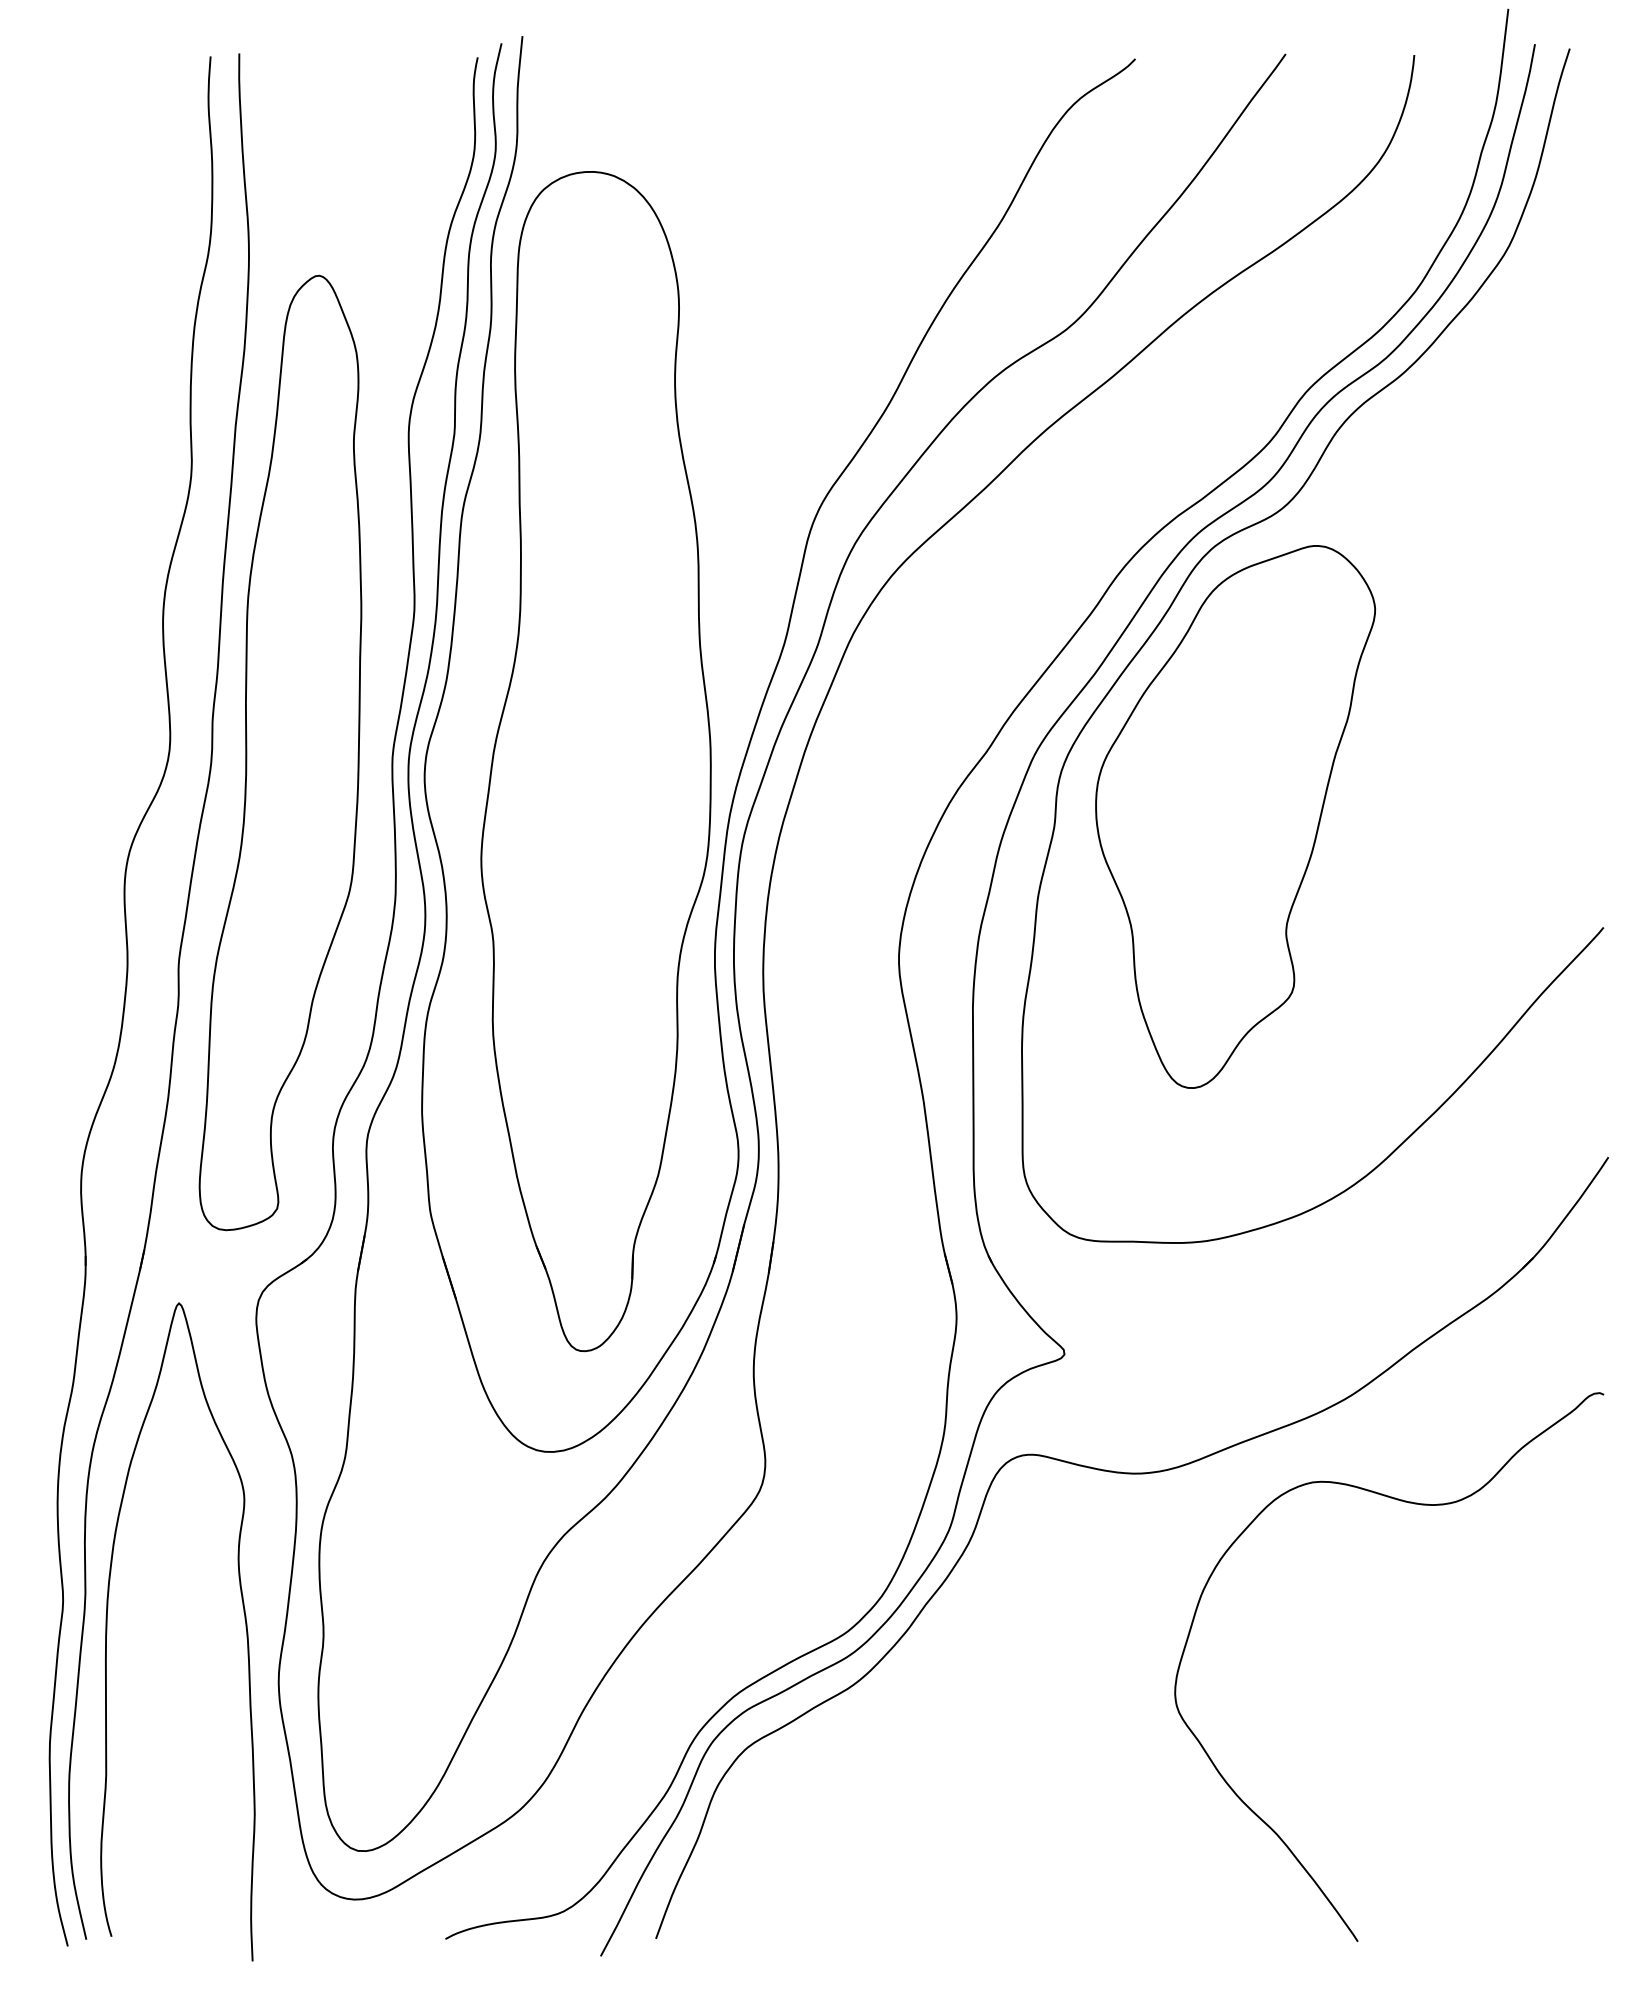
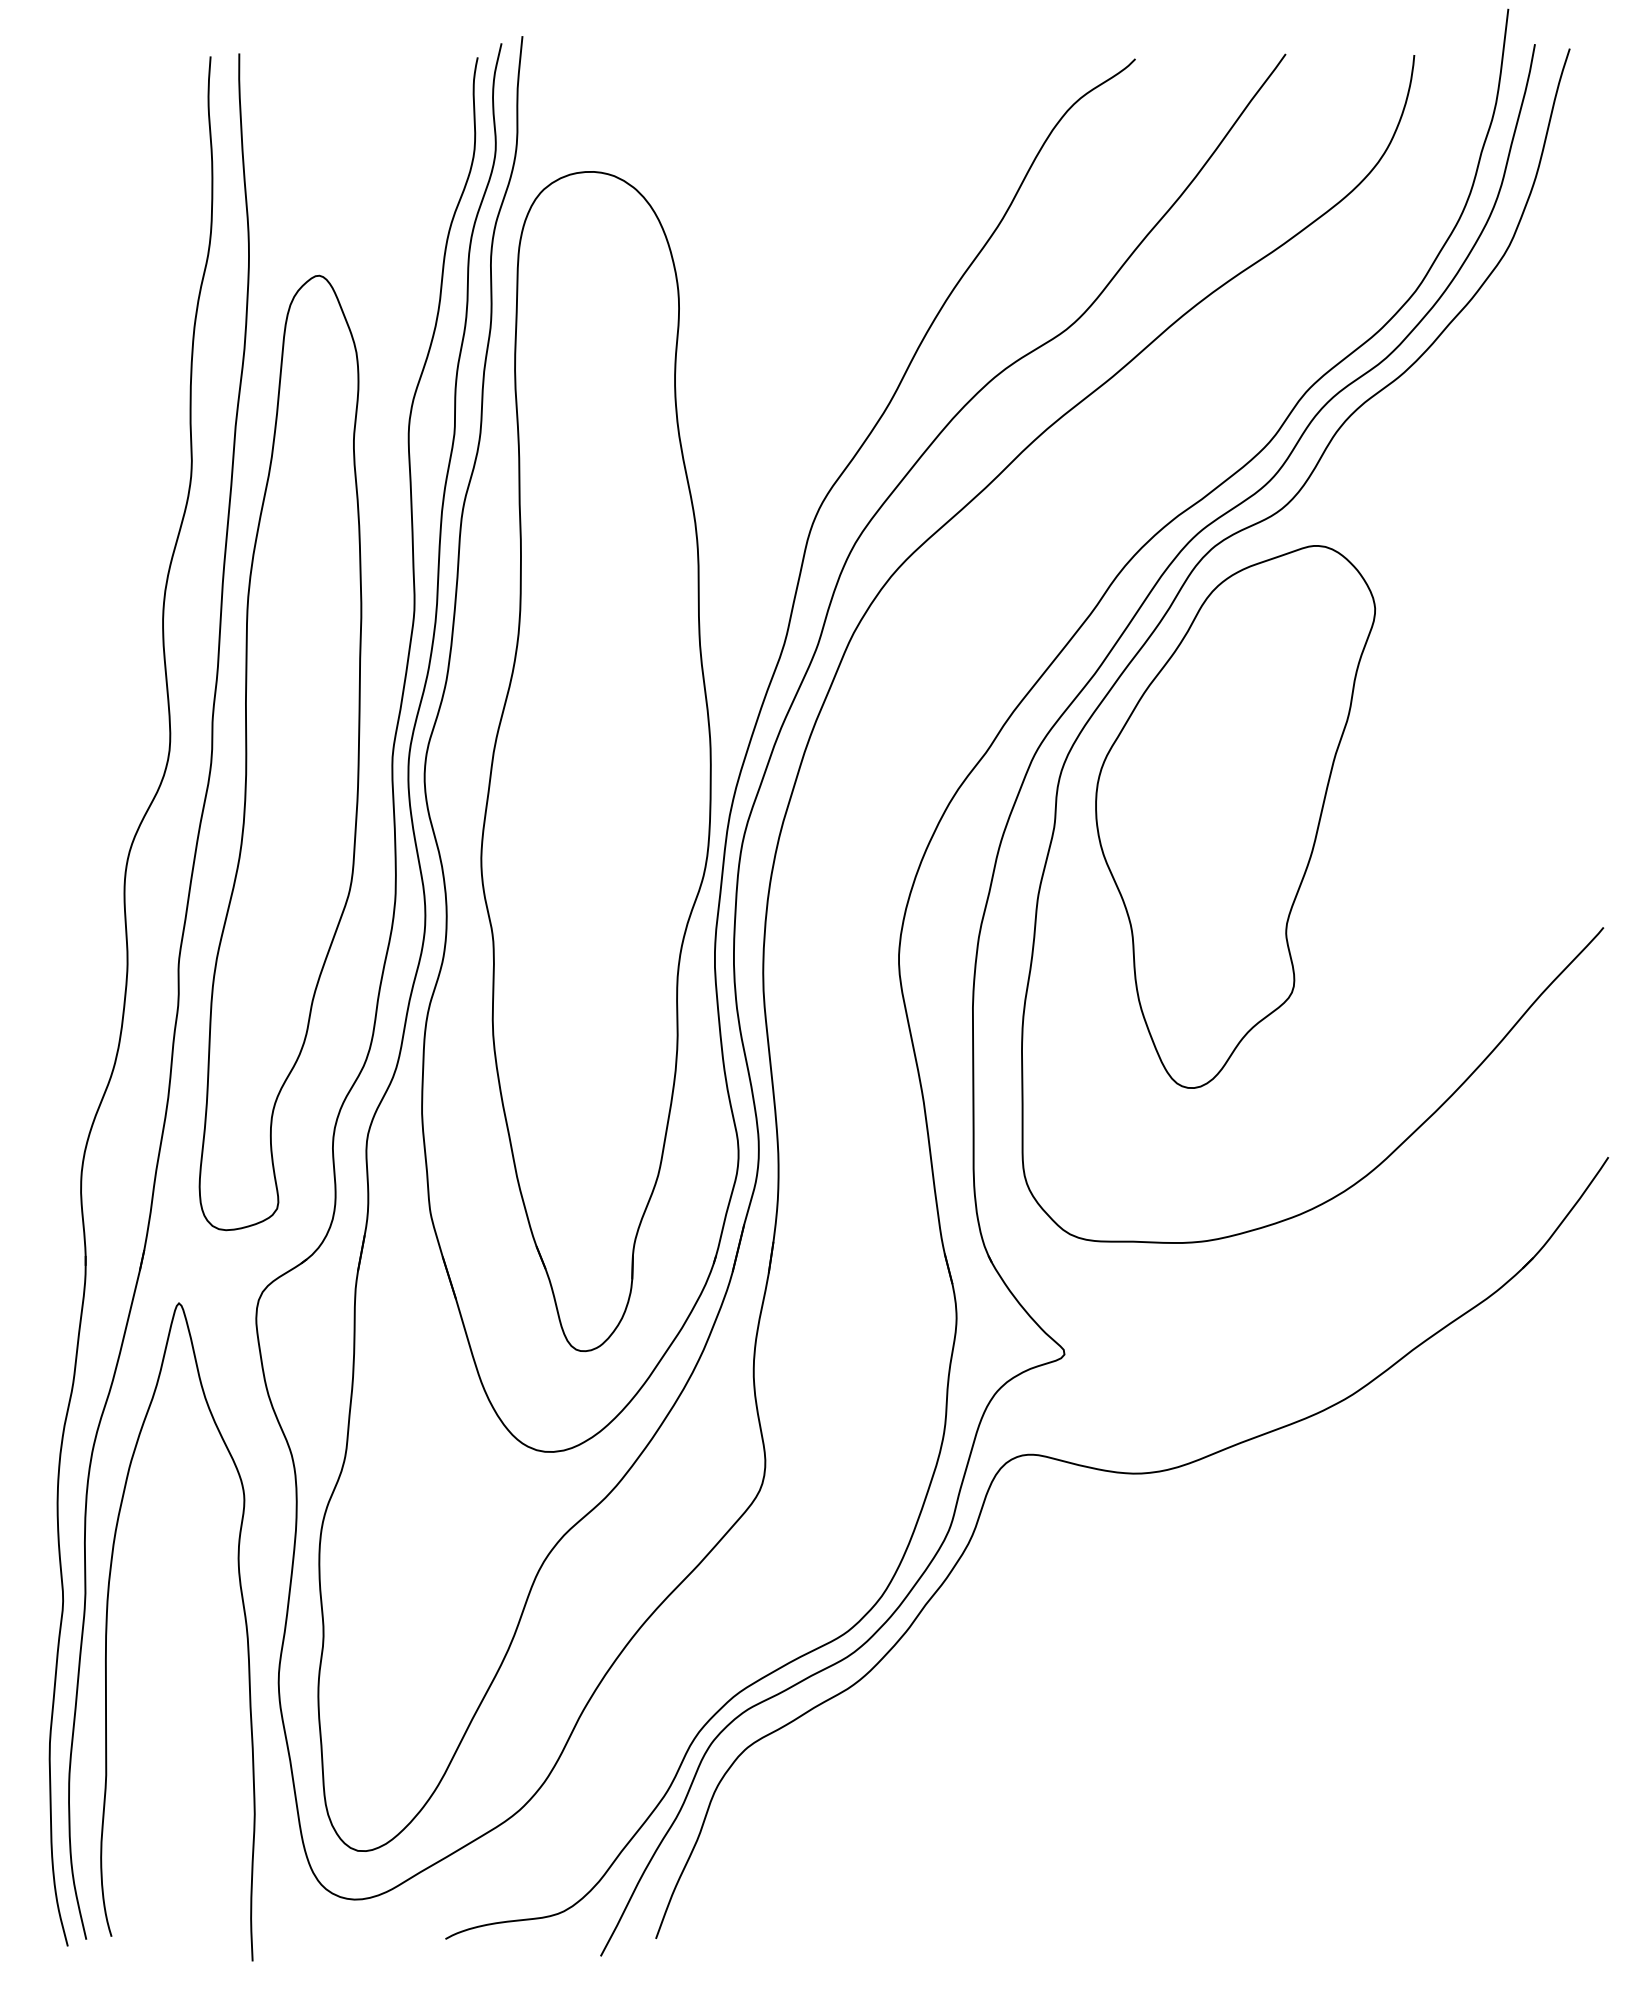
curve at (1414, 1504): present -> none
